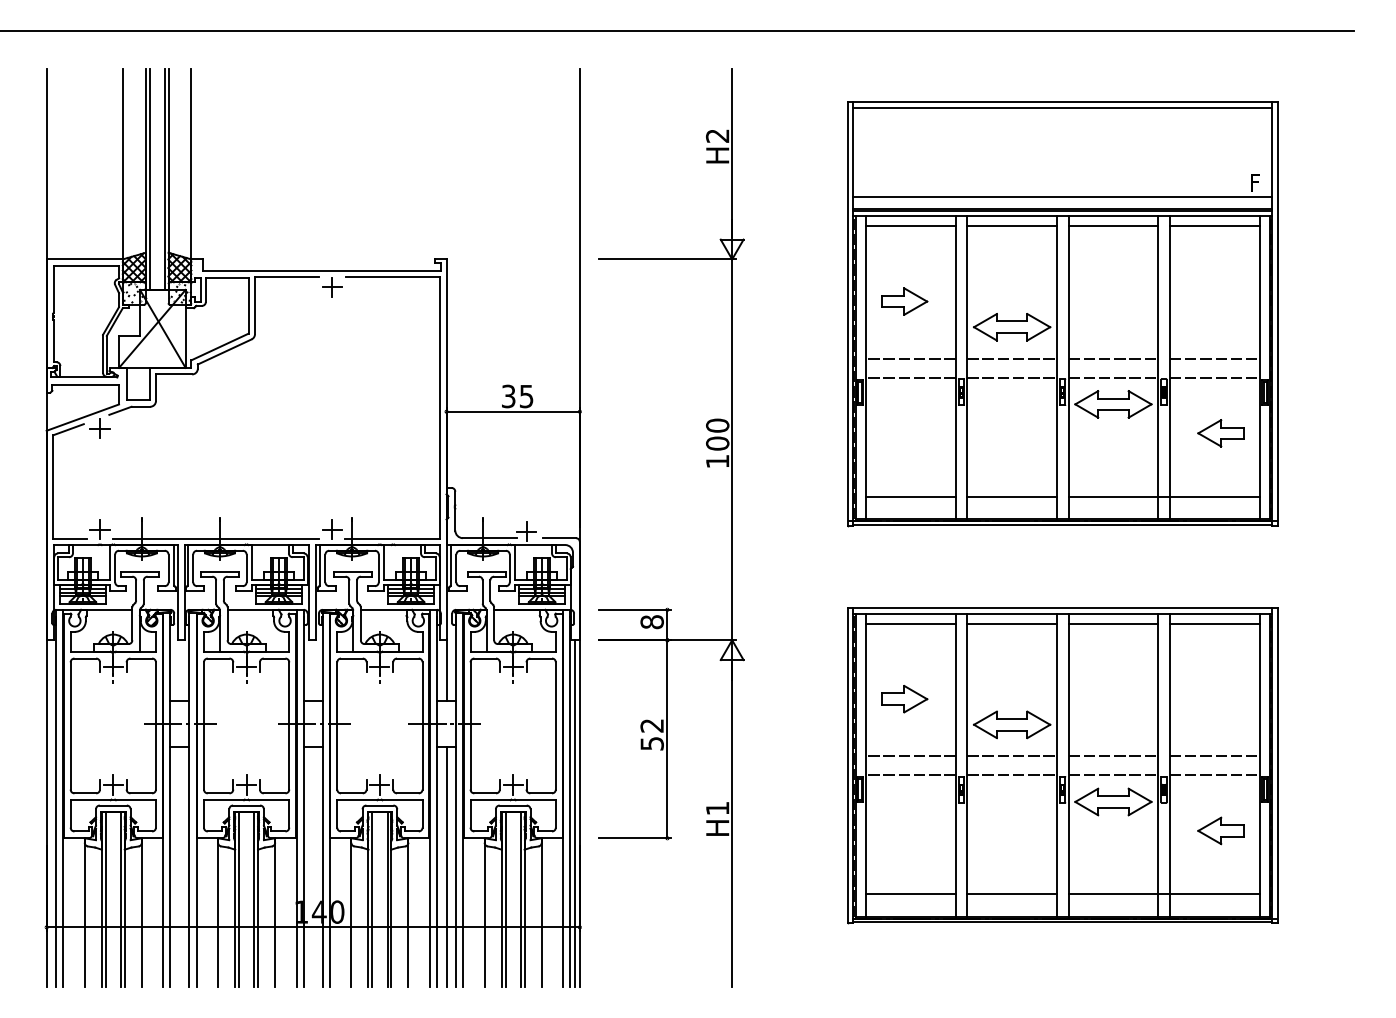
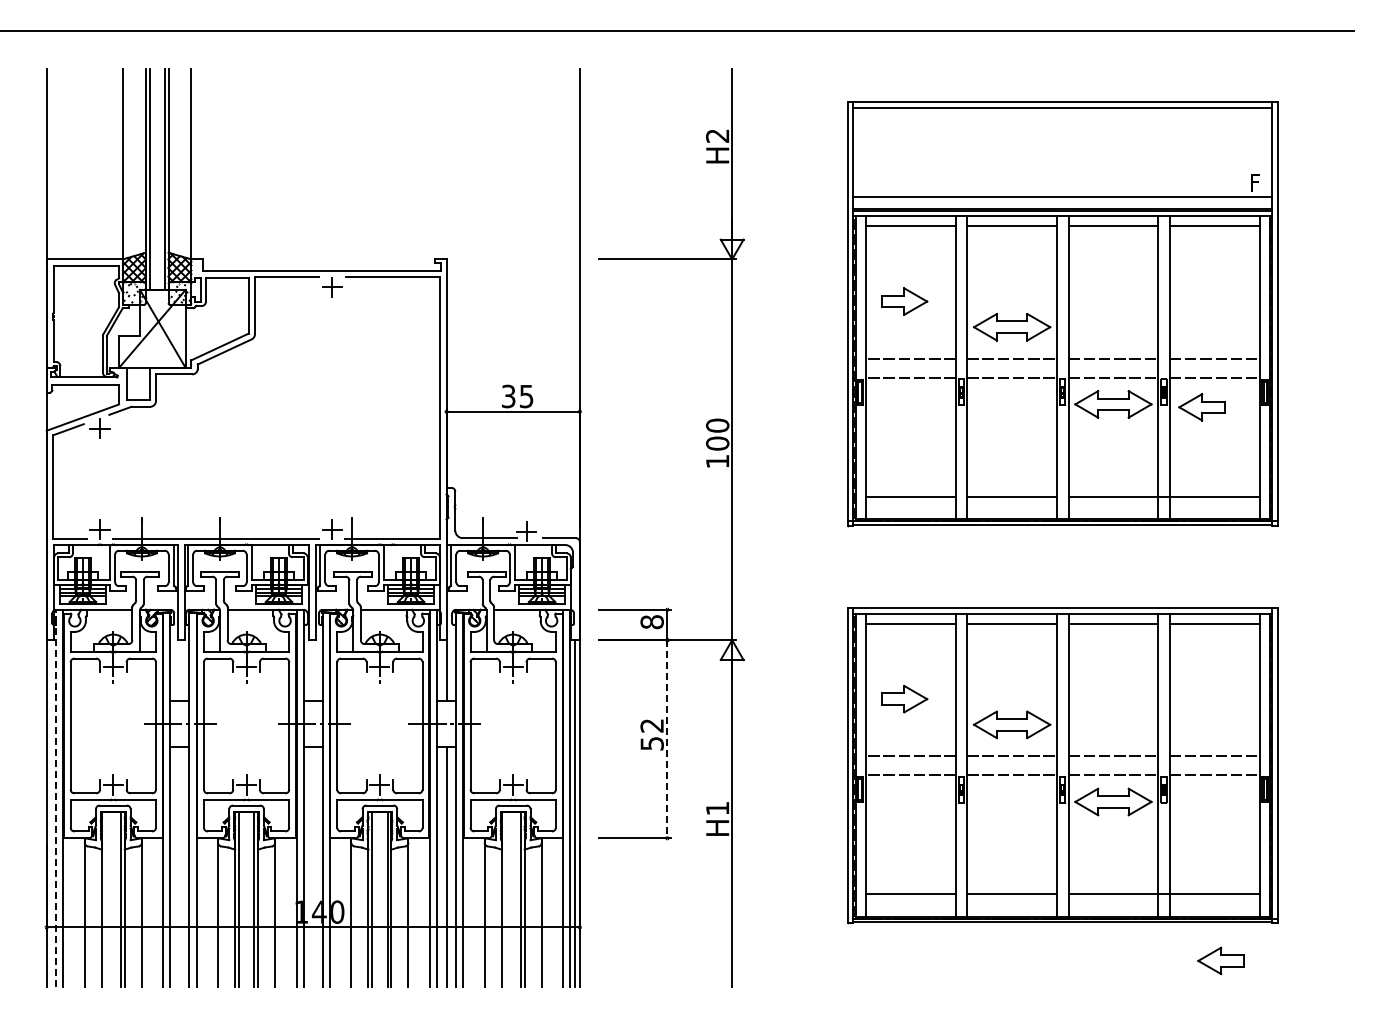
part at (1220, 433) position: (1220, 433) -> (1201, 407)
line at (667, 739): solid -> dashed
line at (56, 798): solid -> dashed
part at (1220, 830) position: (1220, 830) -> (1220, 960)
line at (105, 899): present -> none
line at (505, 899): present -> none
